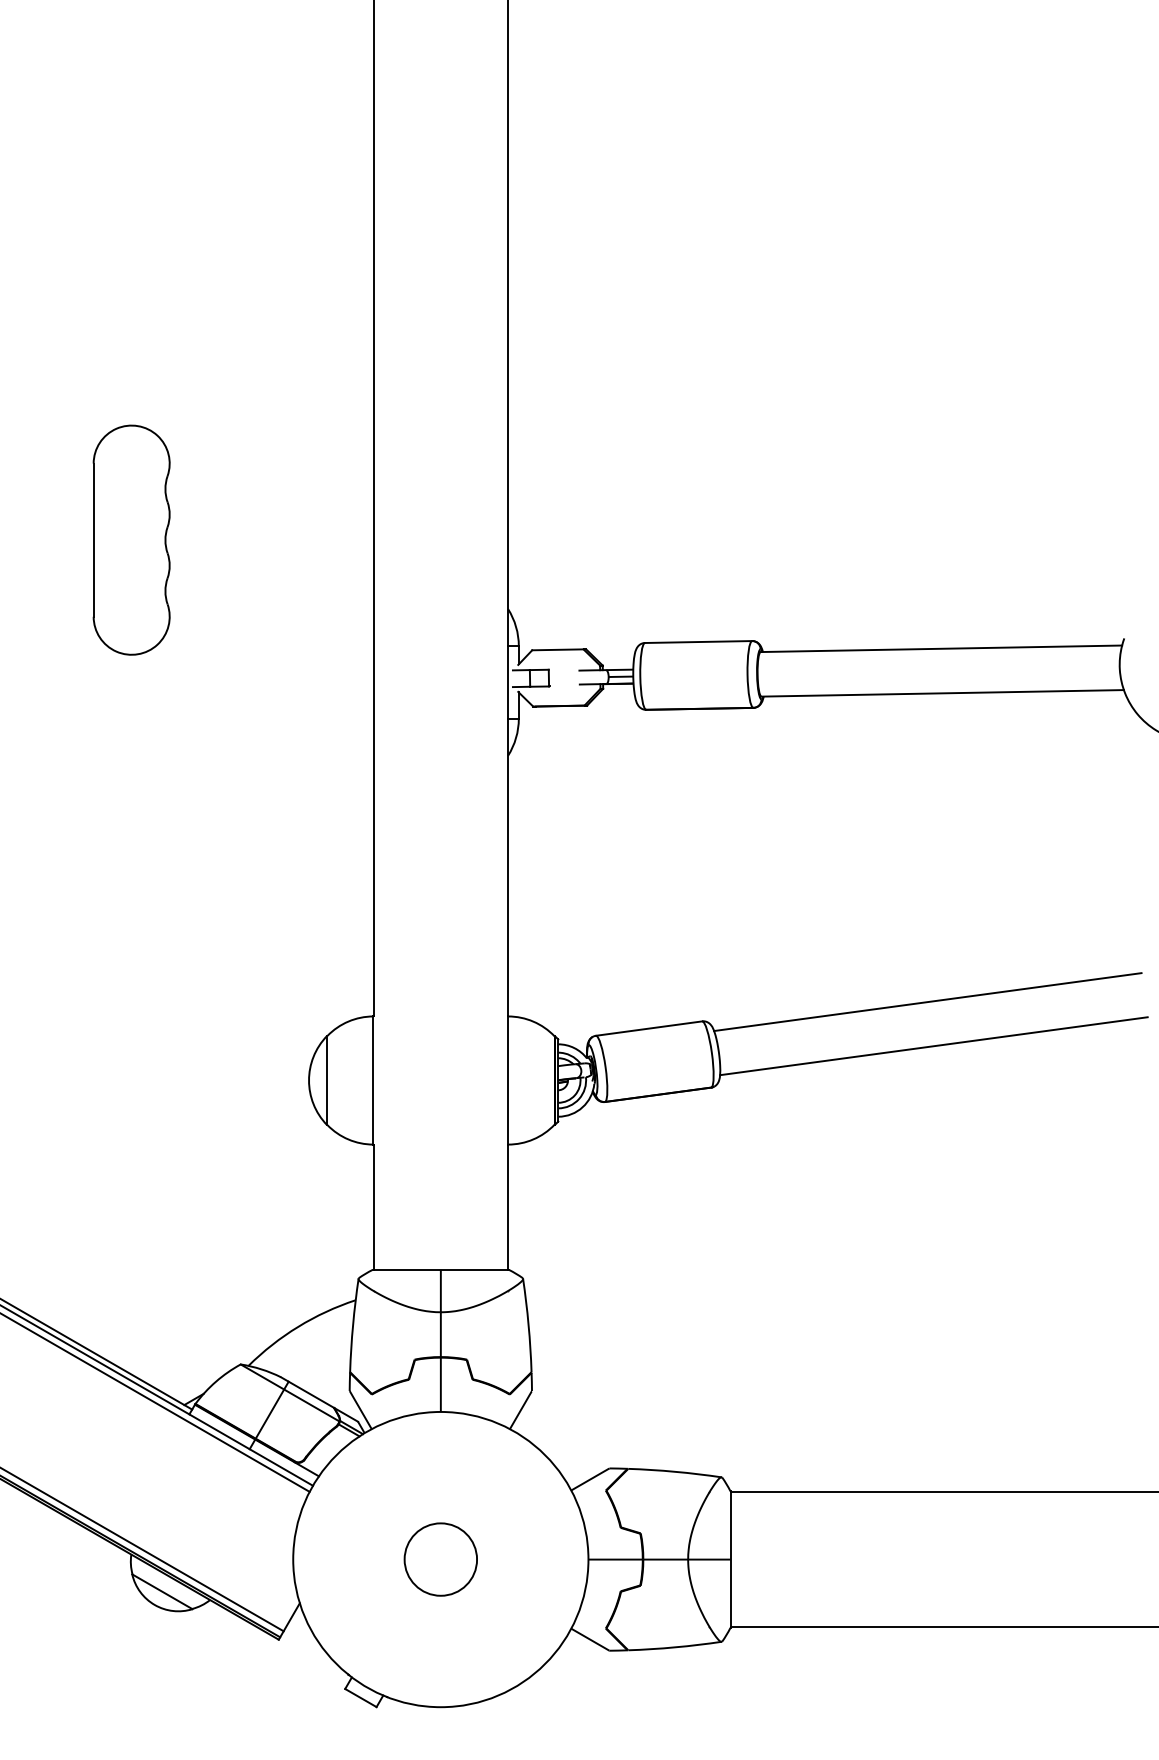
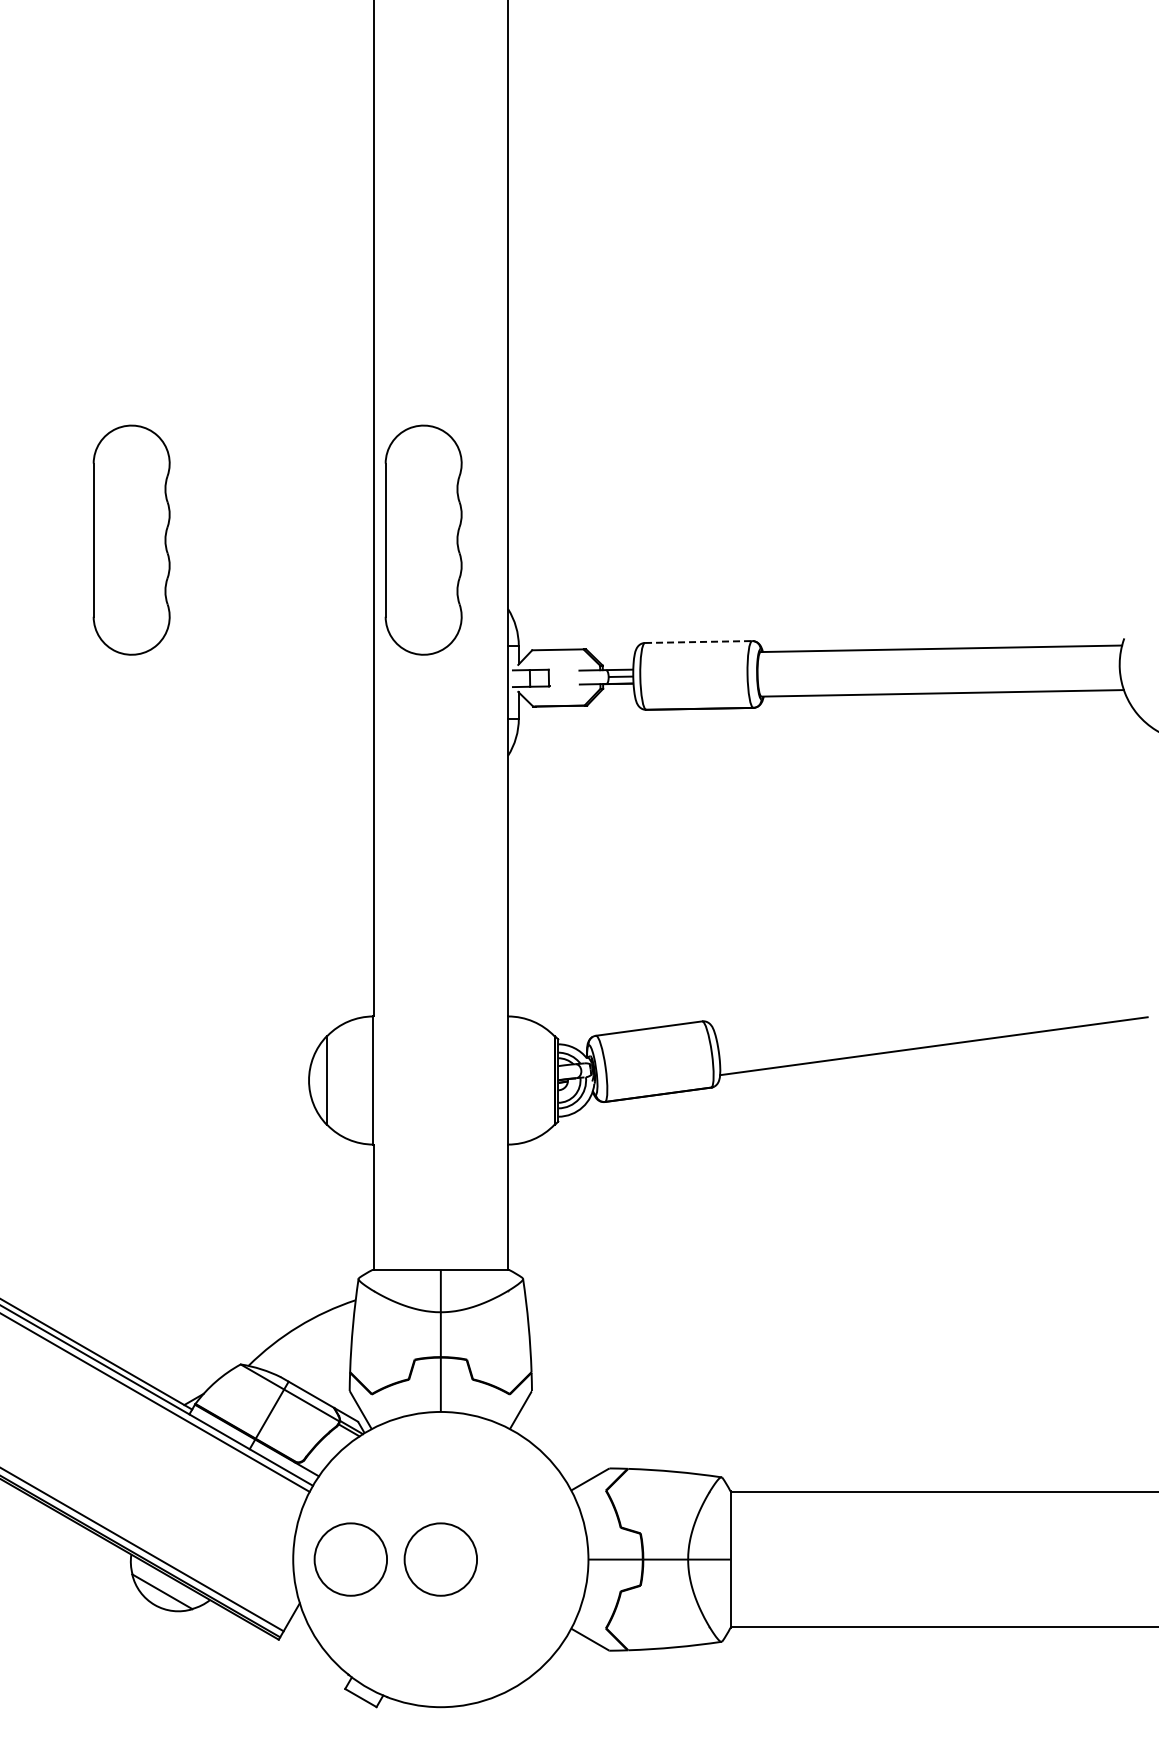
part at (423, 539): none -> present
line at (698, 642): solid -> dashed
line at (927, 1002): present -> none
circle at (350, 1559): none -> present
